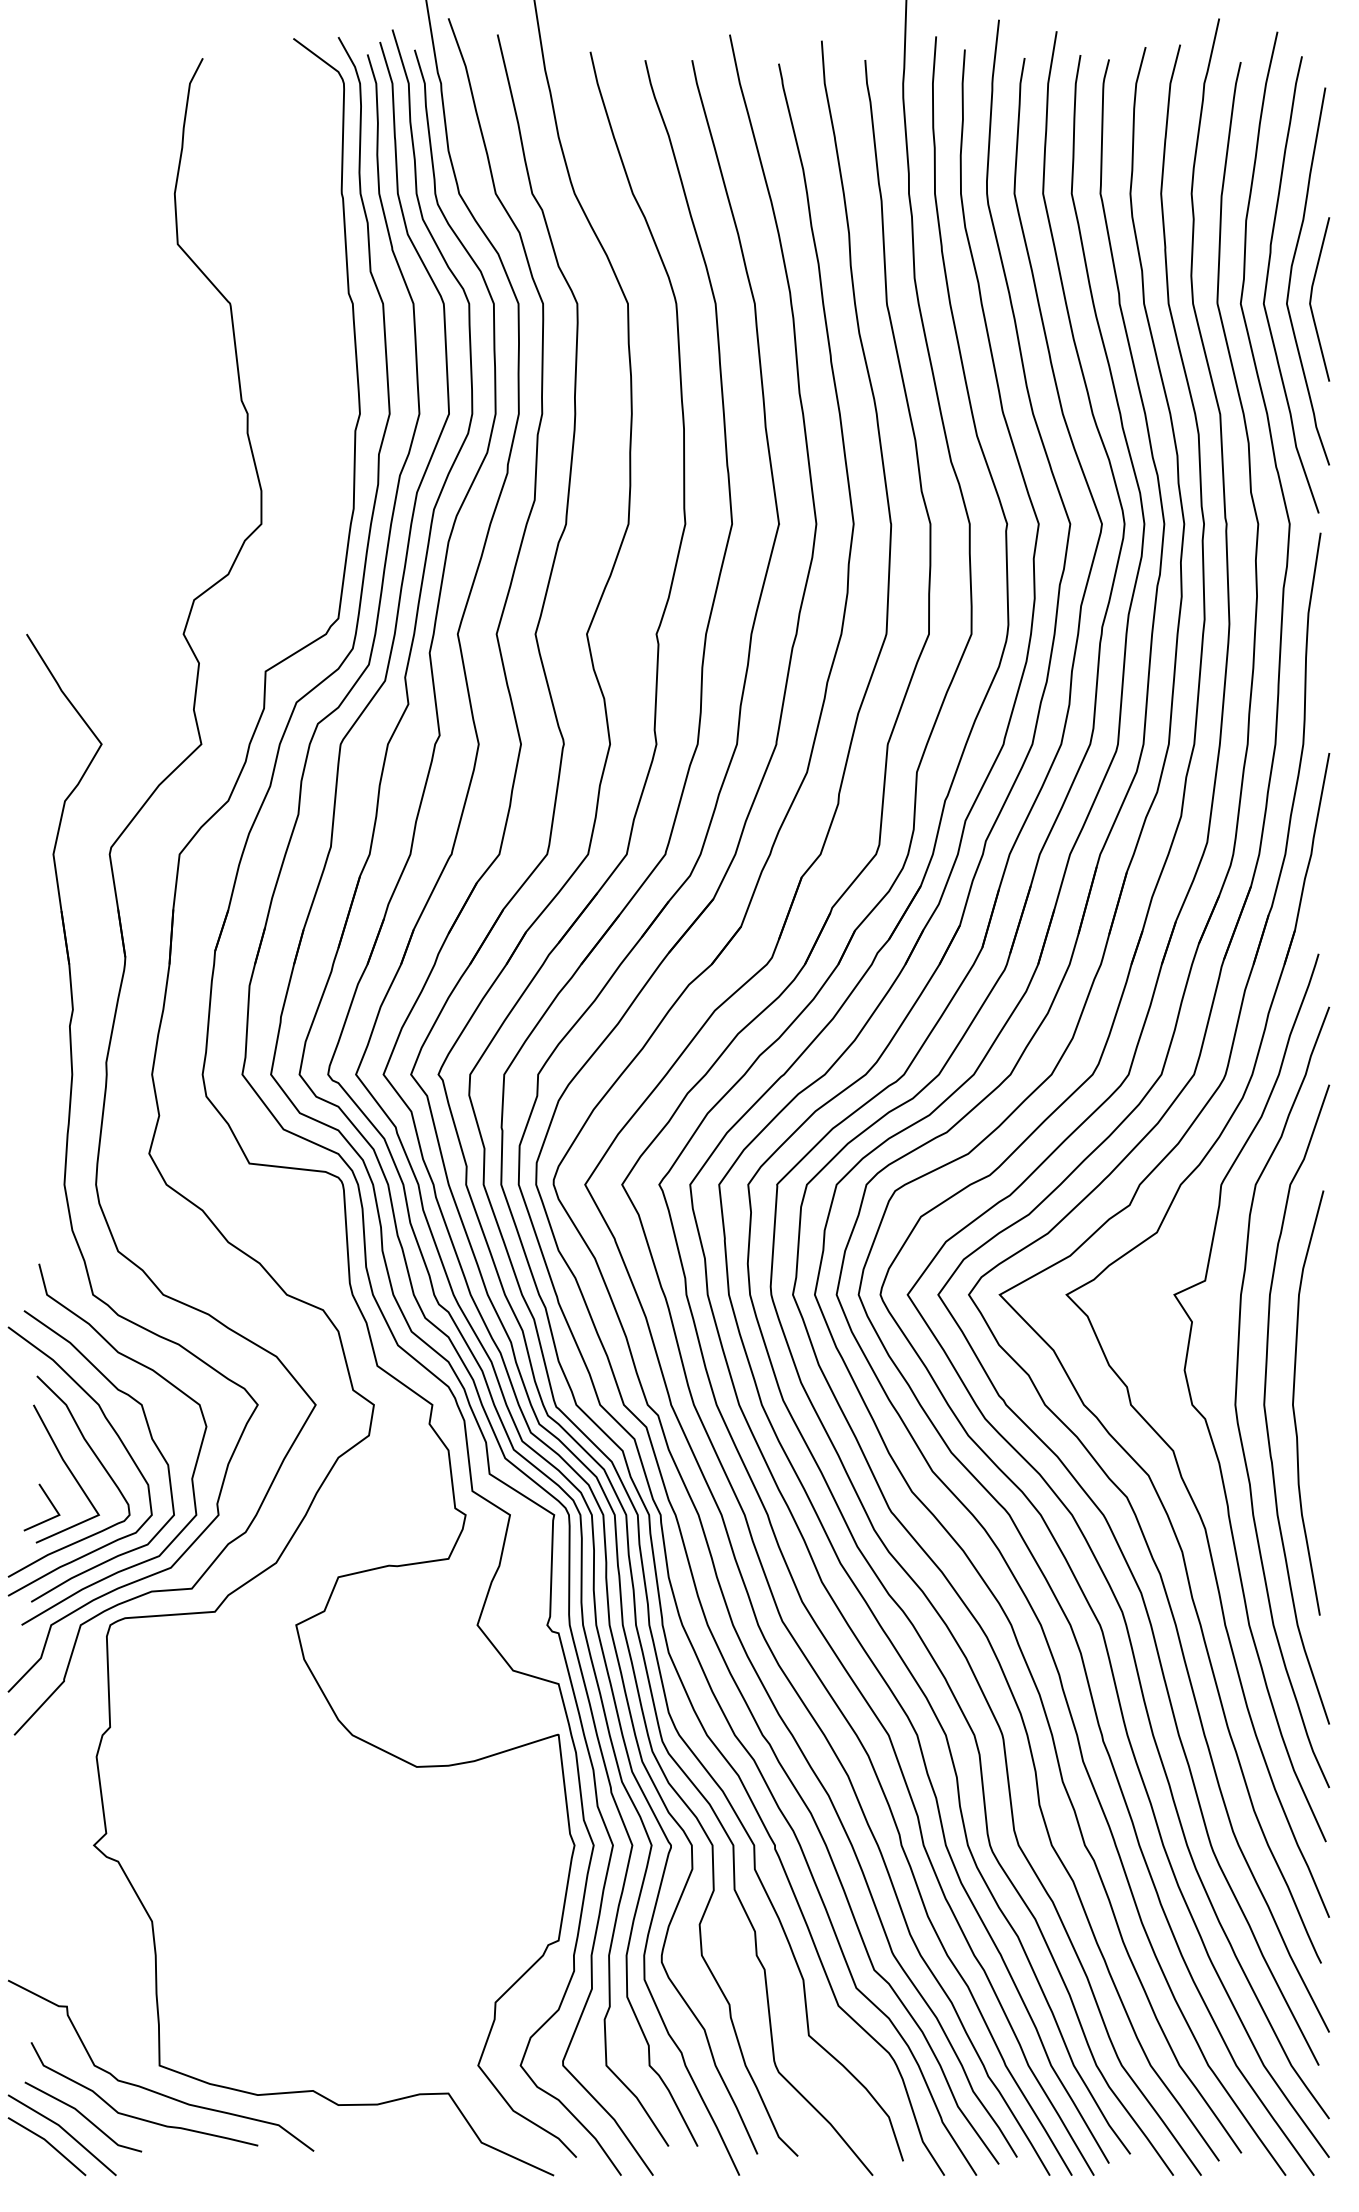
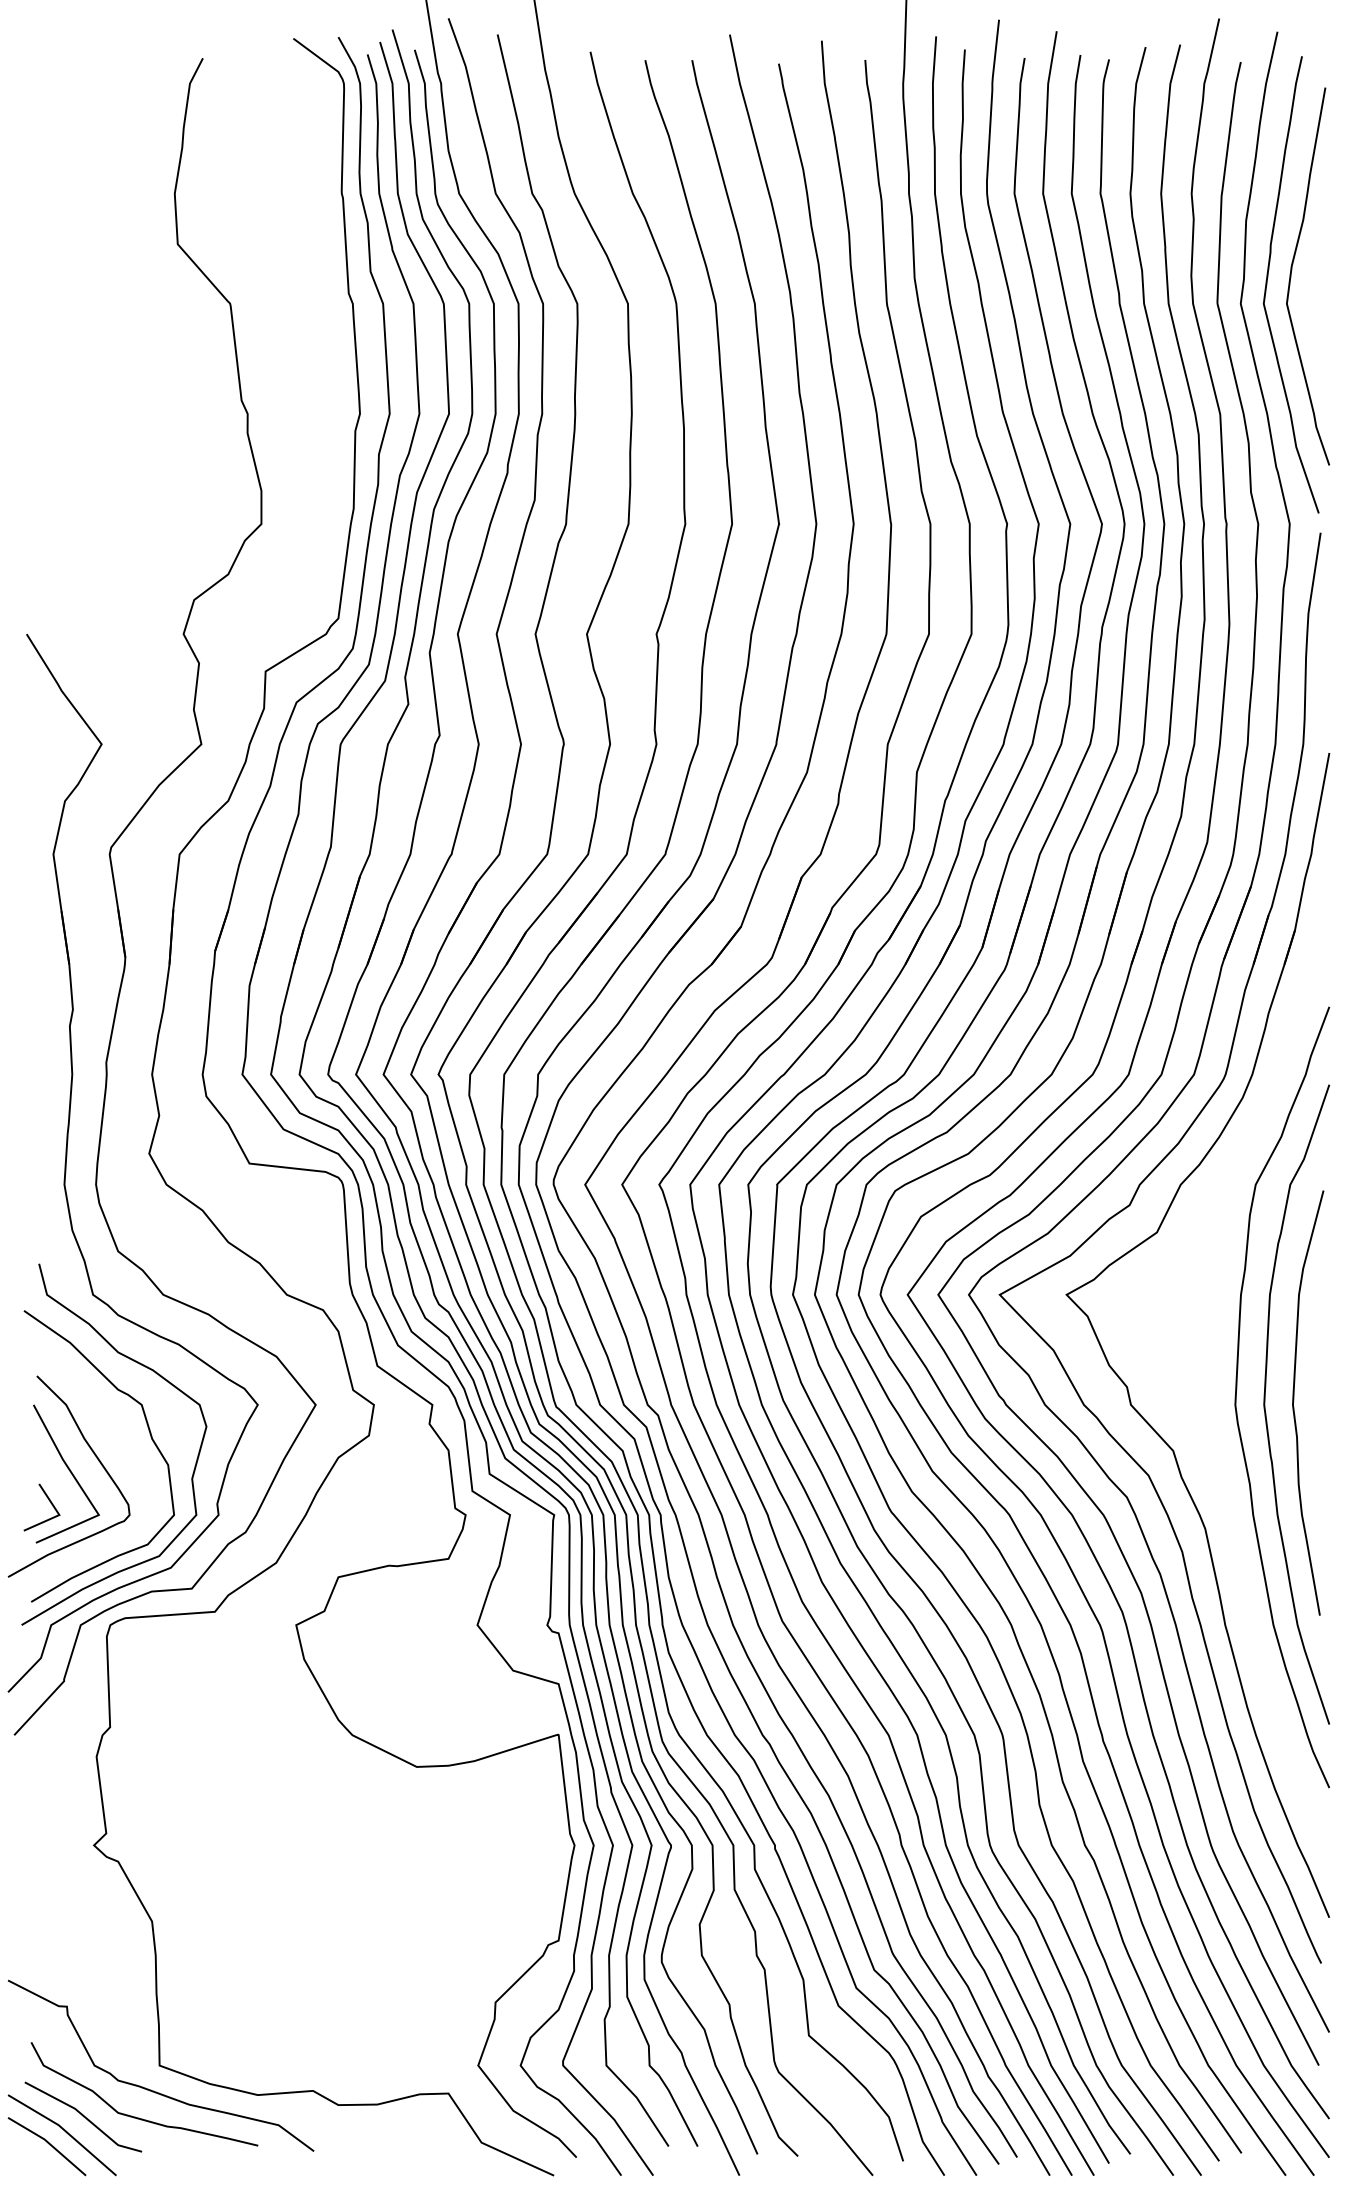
line at (1311, 299): present -> none
curve at (1206, 1419): present -> none
curve at (119, 1440): present -> none
